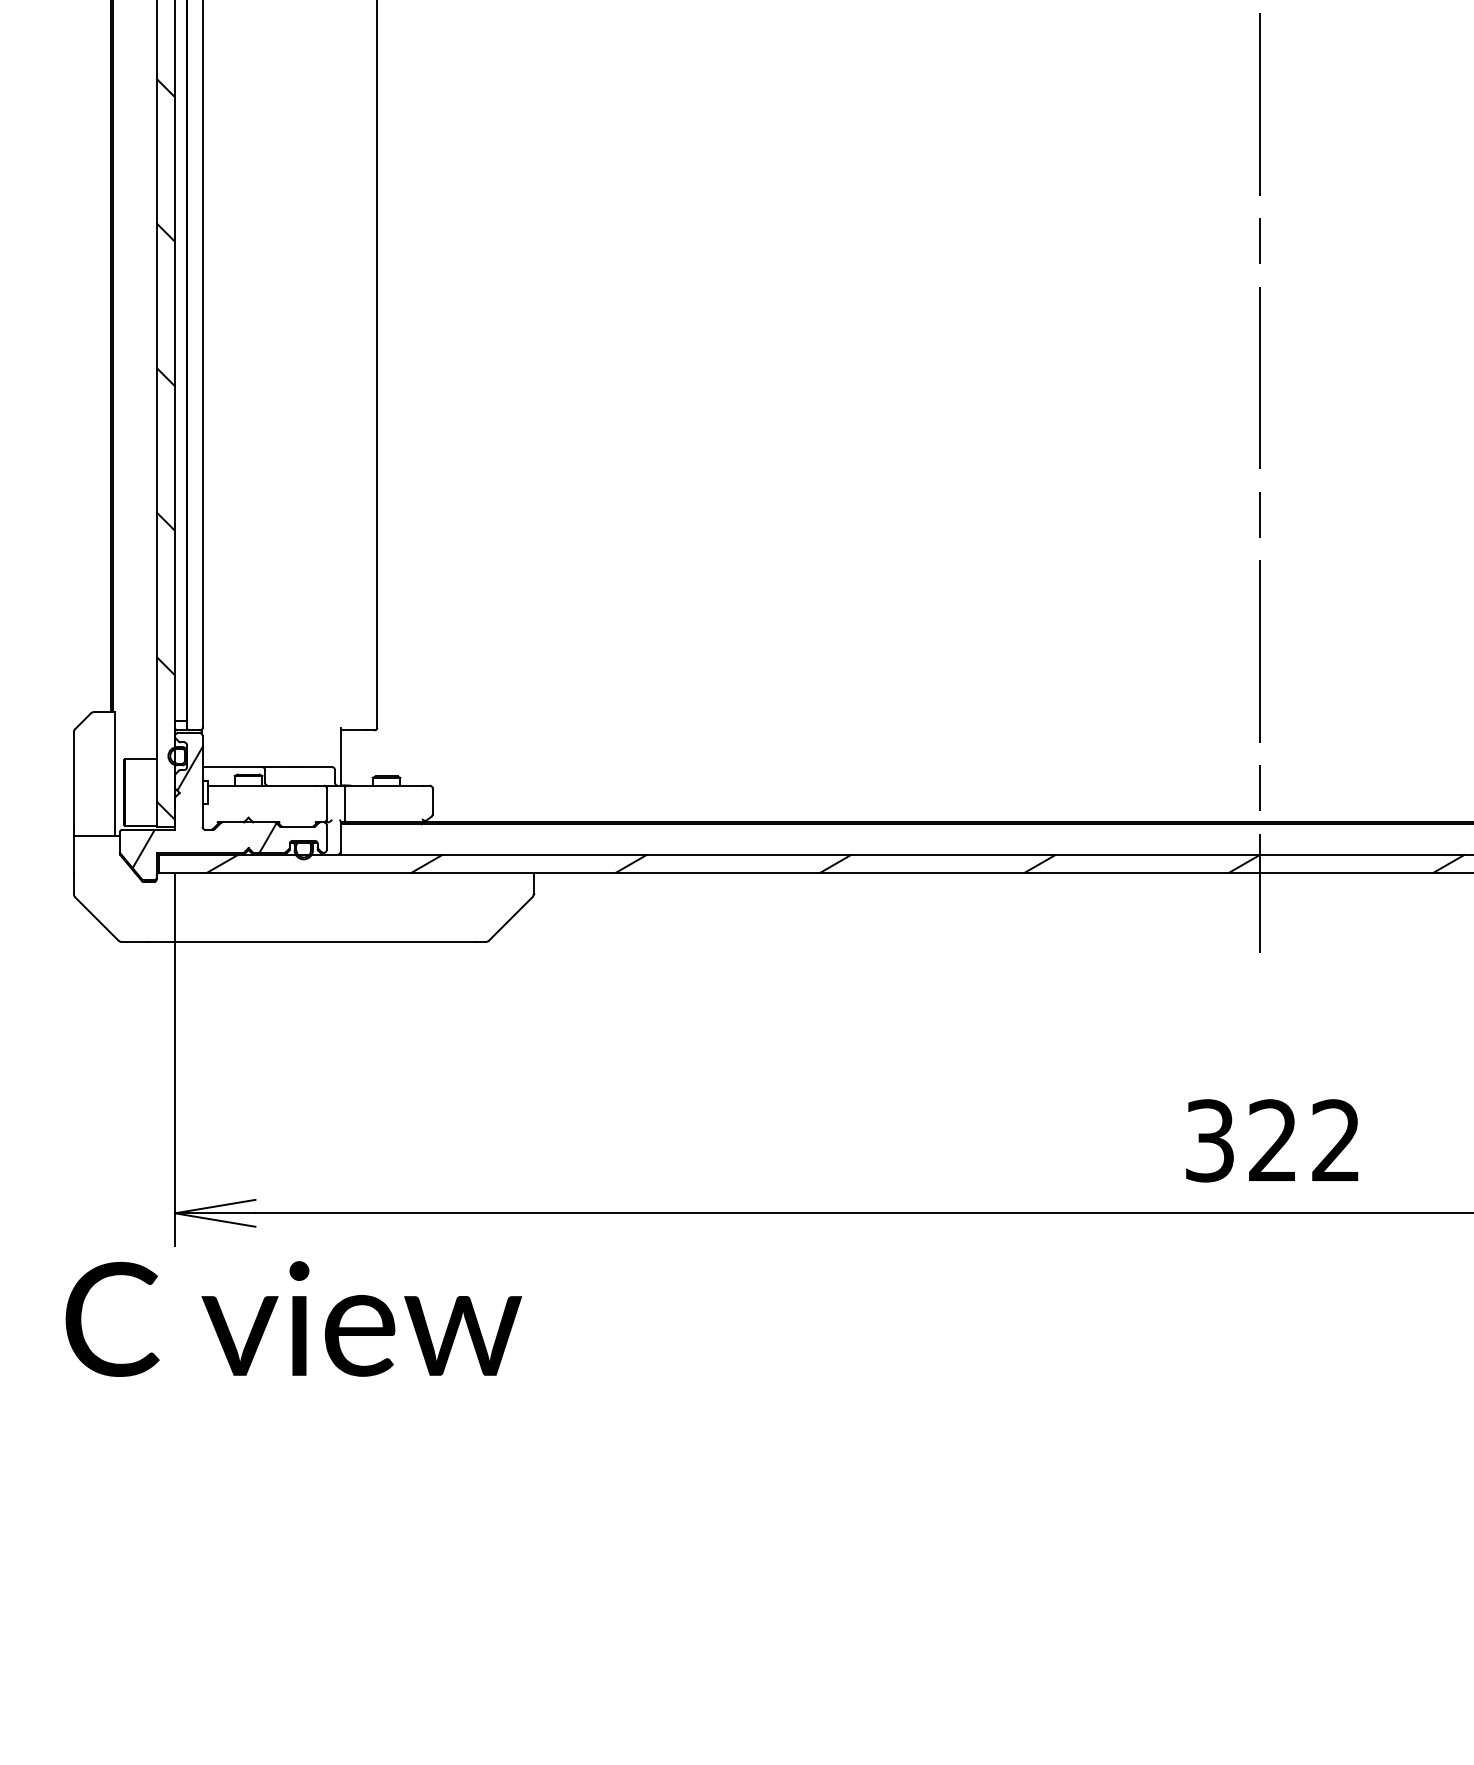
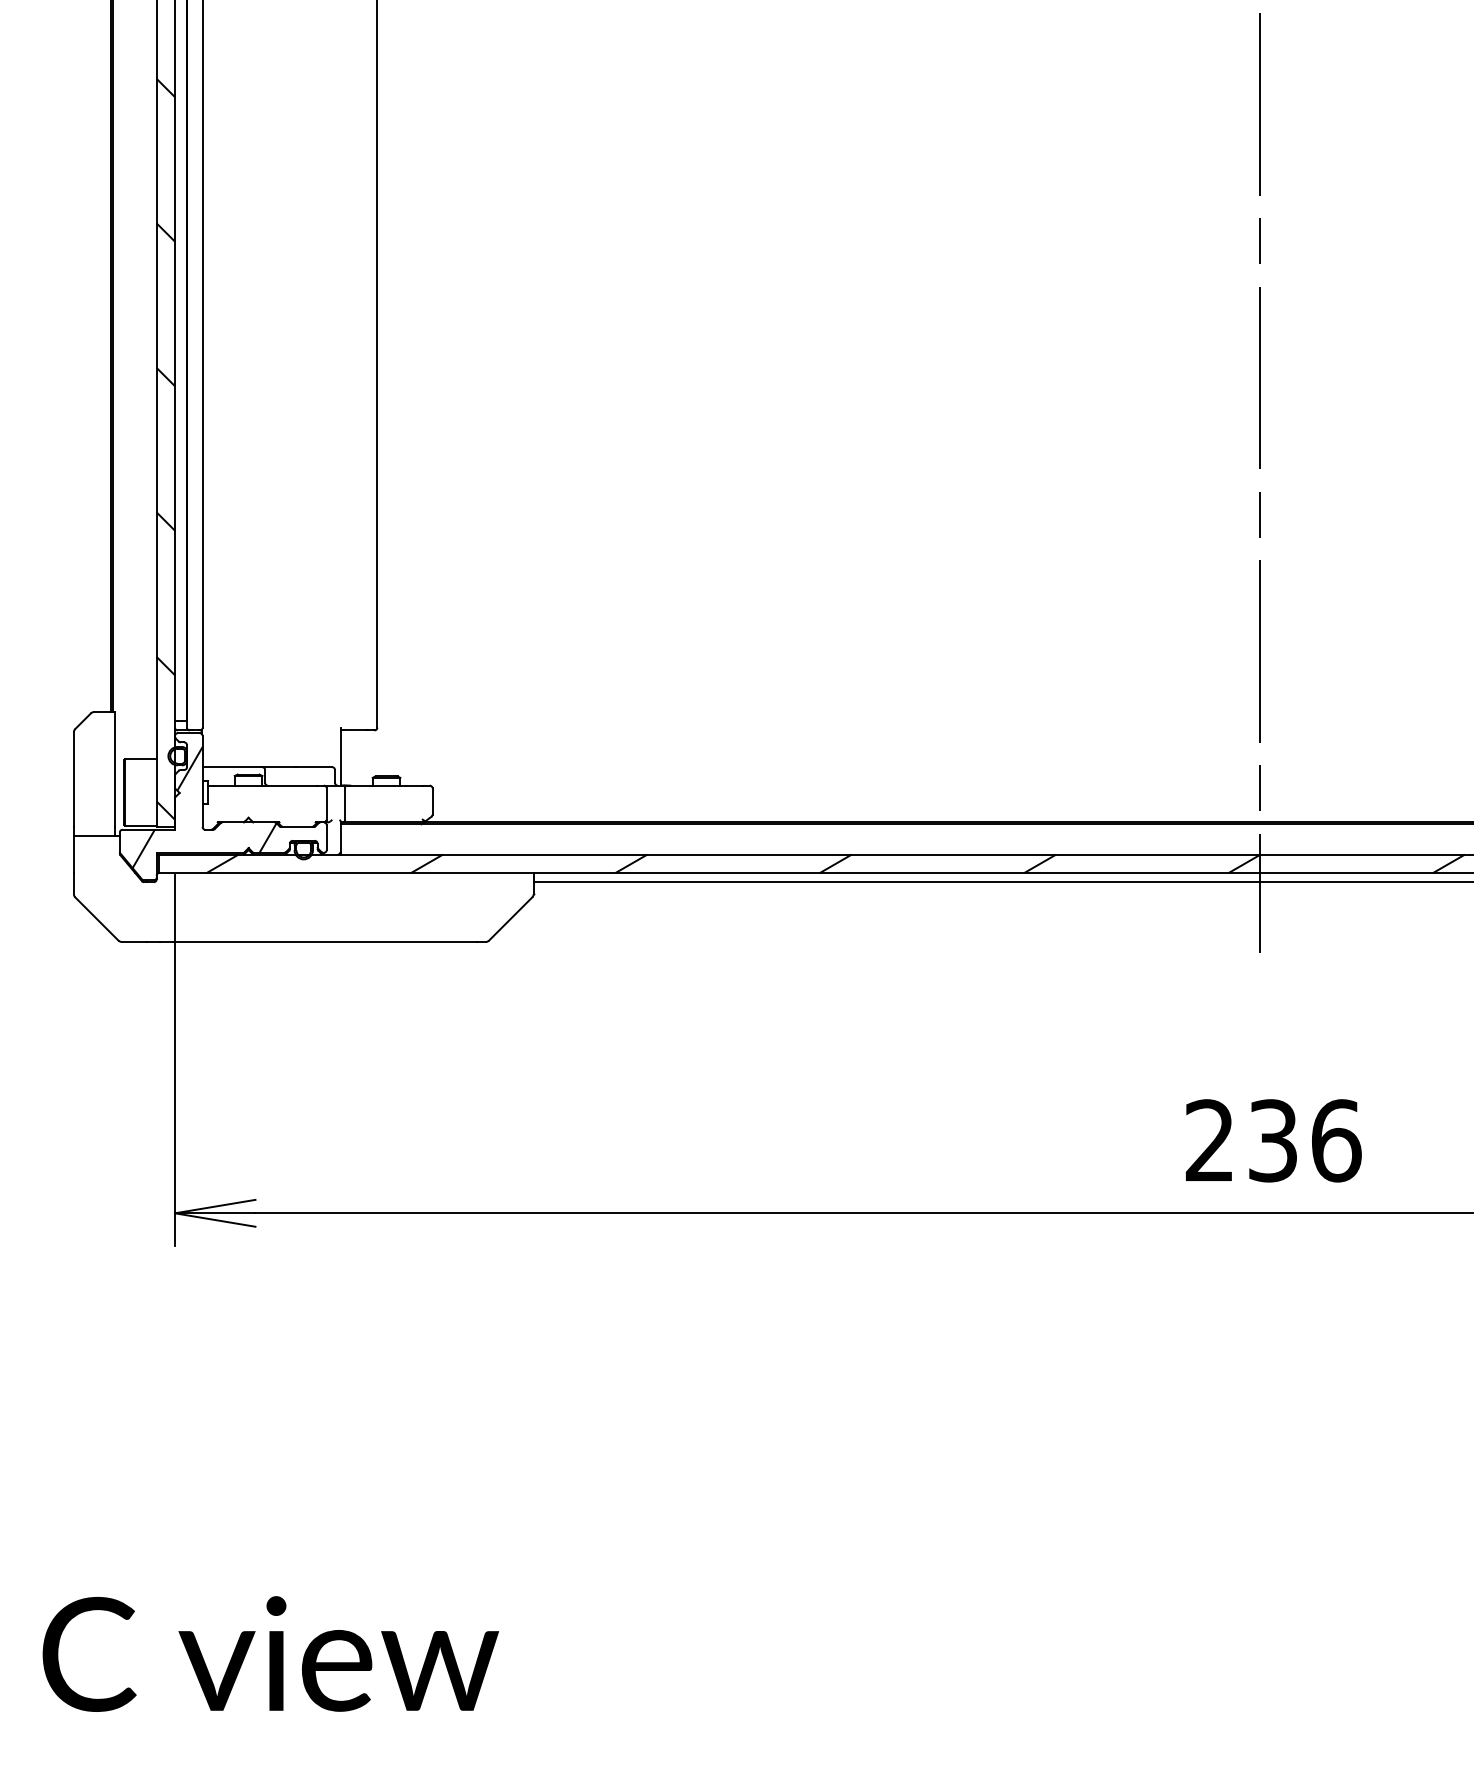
line at (1001, 882): none -> present
text at (1273, 1140): 322 -> 236
text at (293, 1318) position: (293, 1318) -> (270, 1653)
